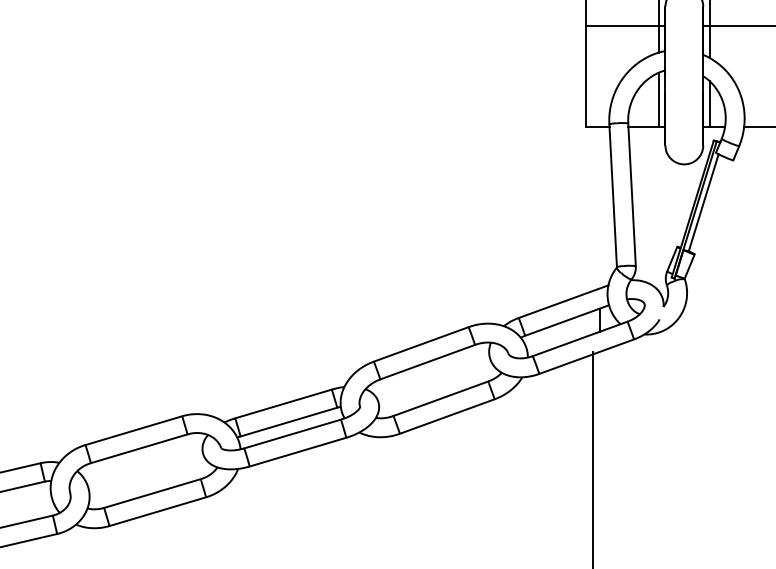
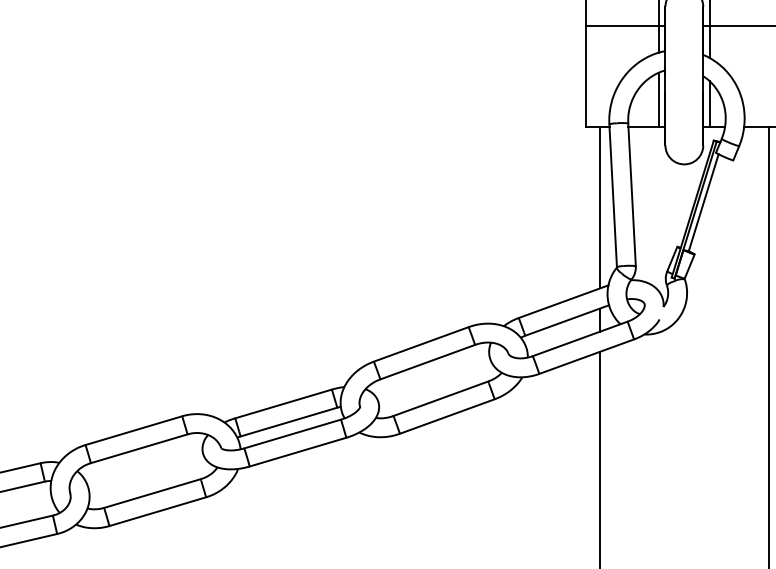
line at (599, 207): none -> present
line at (768, 345): none -> present
line at (592, 458) position: (592, 458) -> (599, 458)
